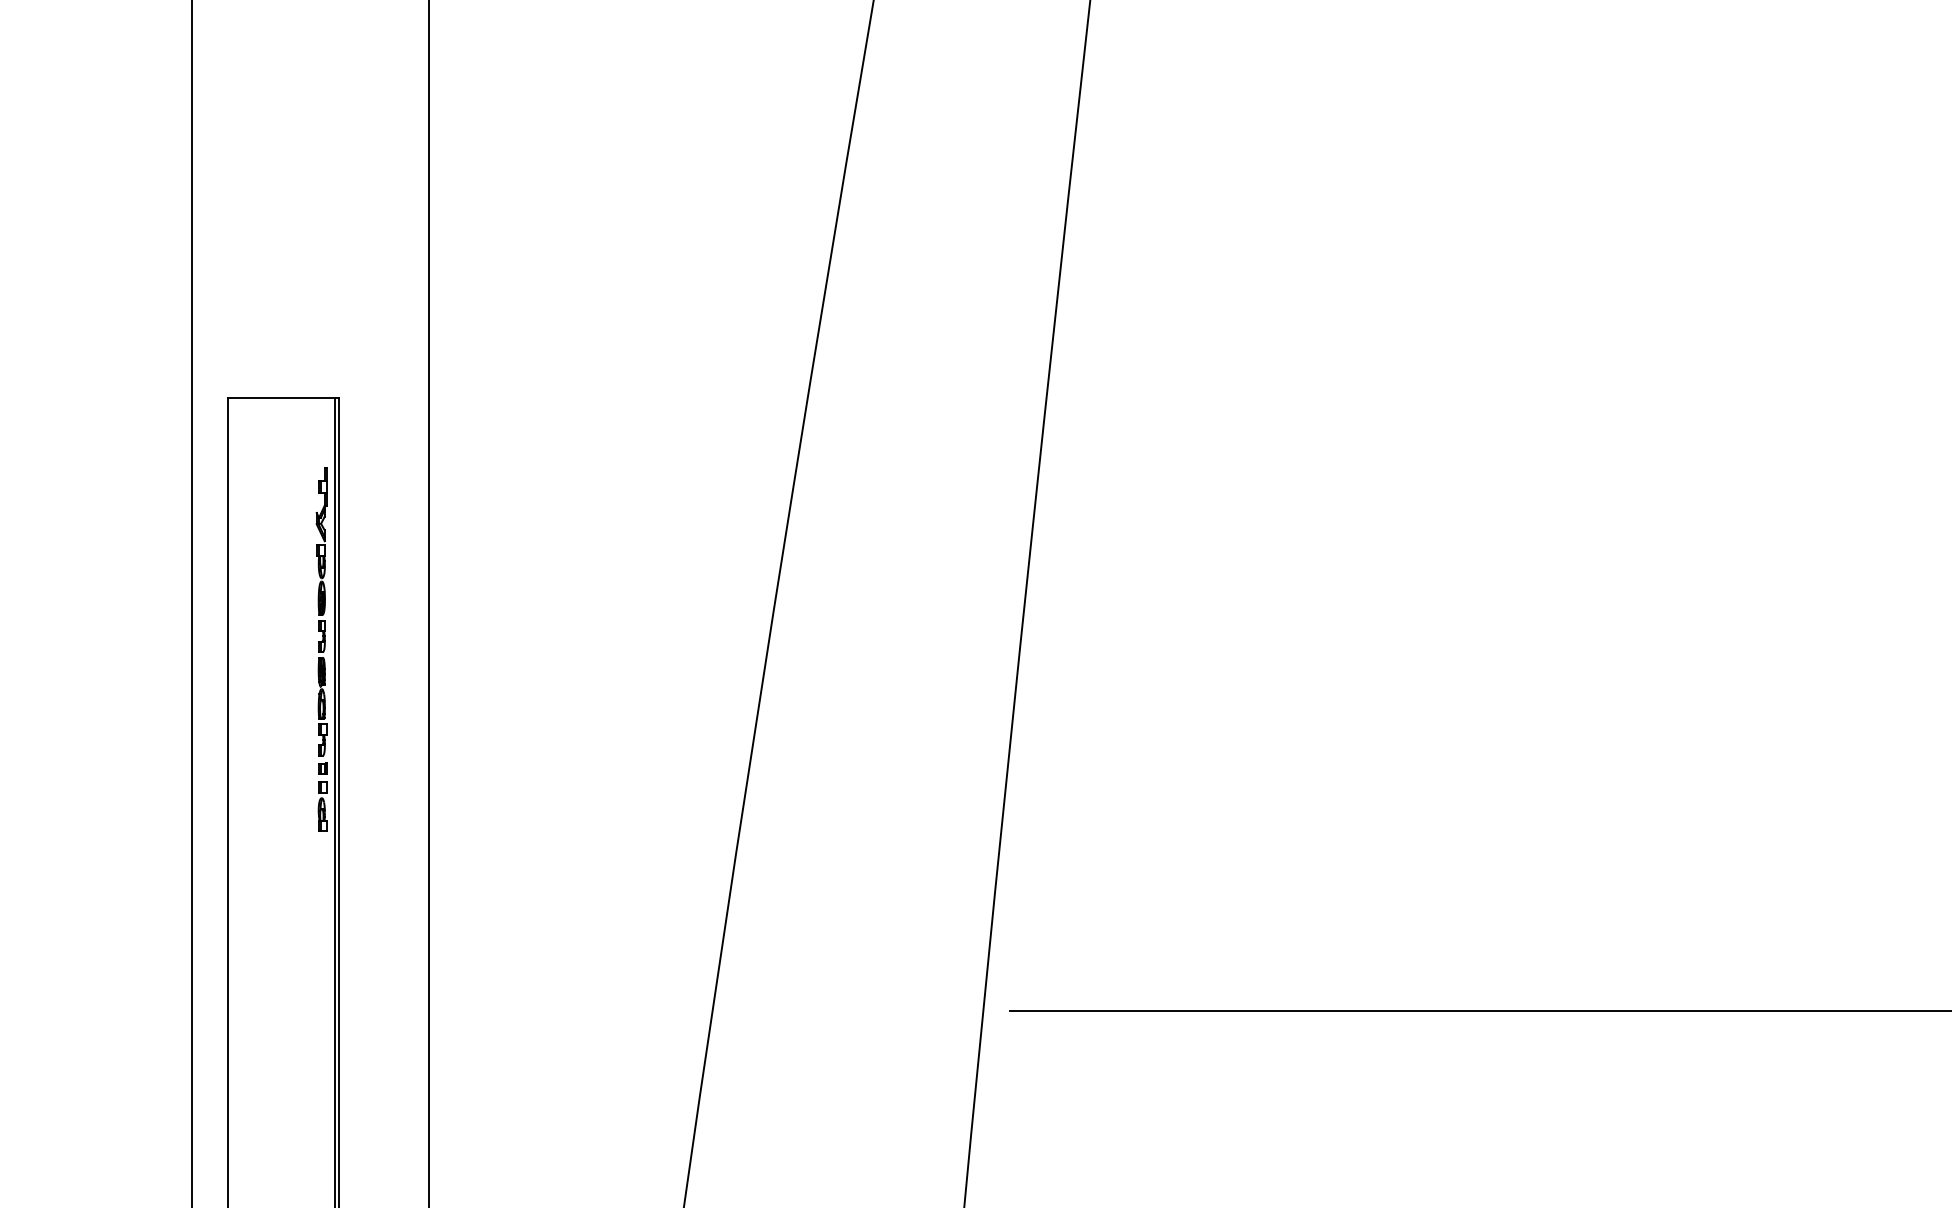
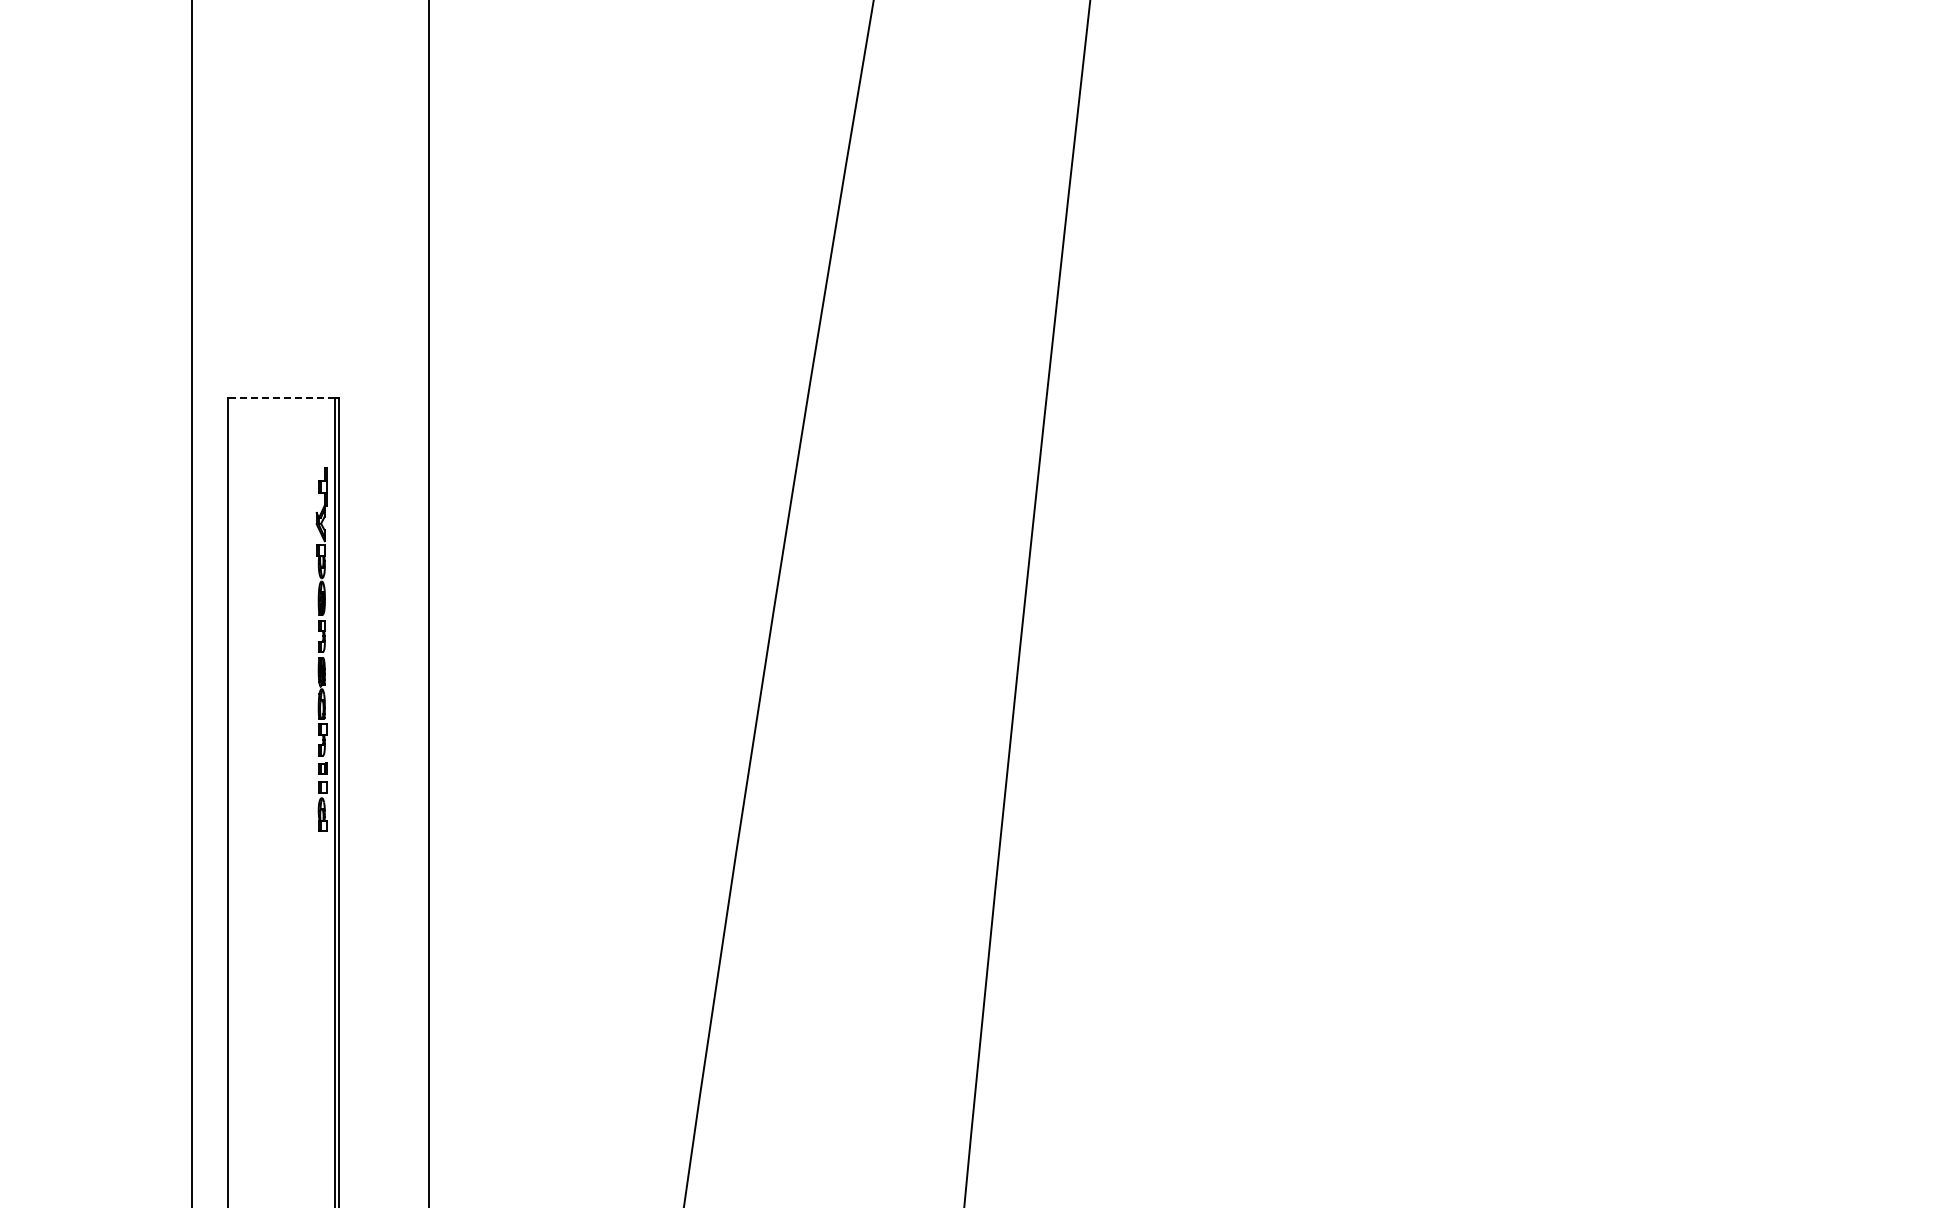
line at (281, 397): solid -> dashed
line at (1479, 1010): present -> none
